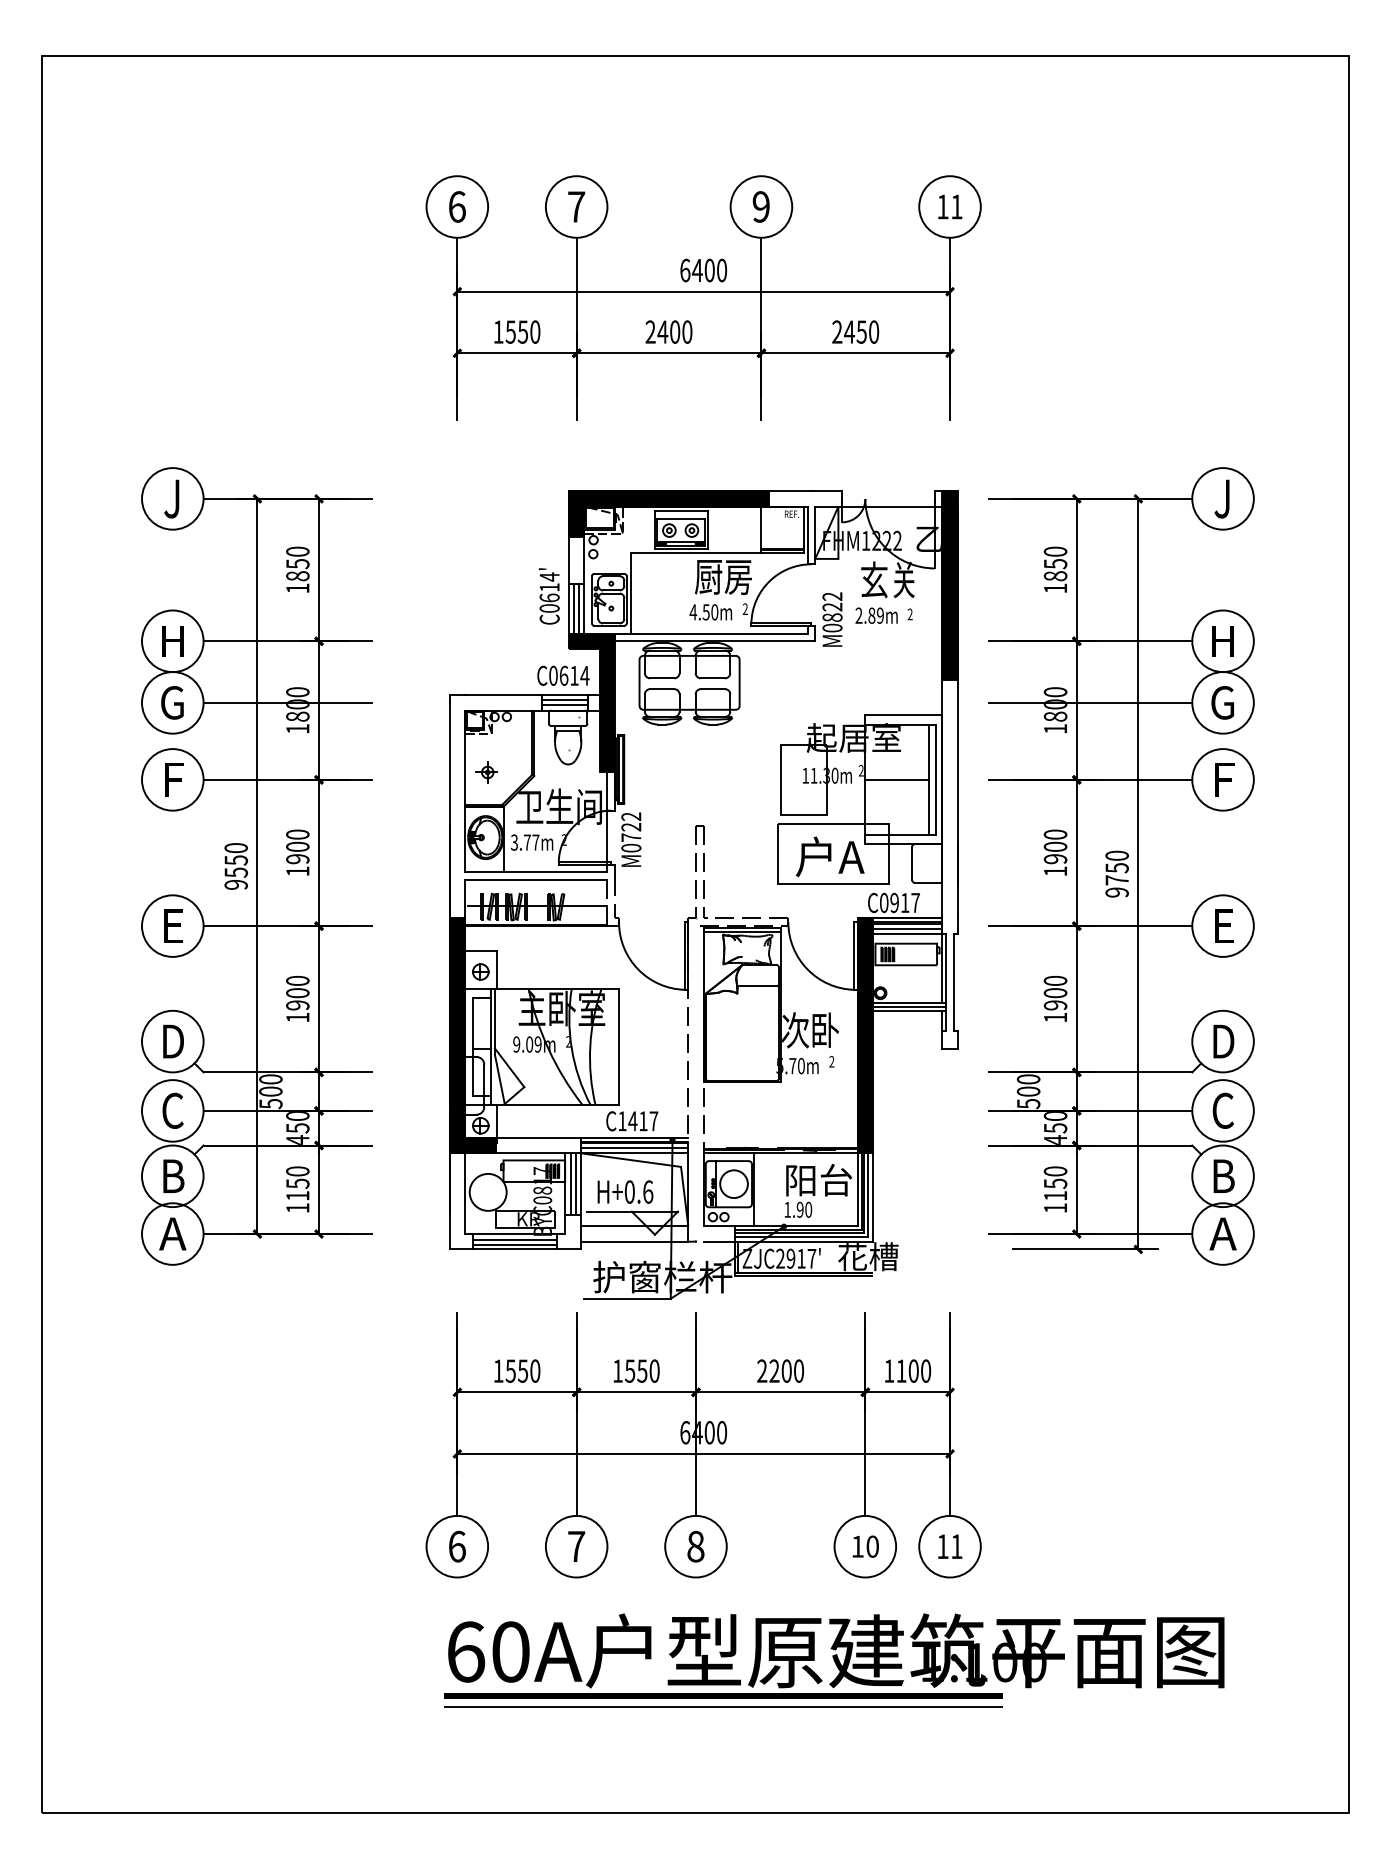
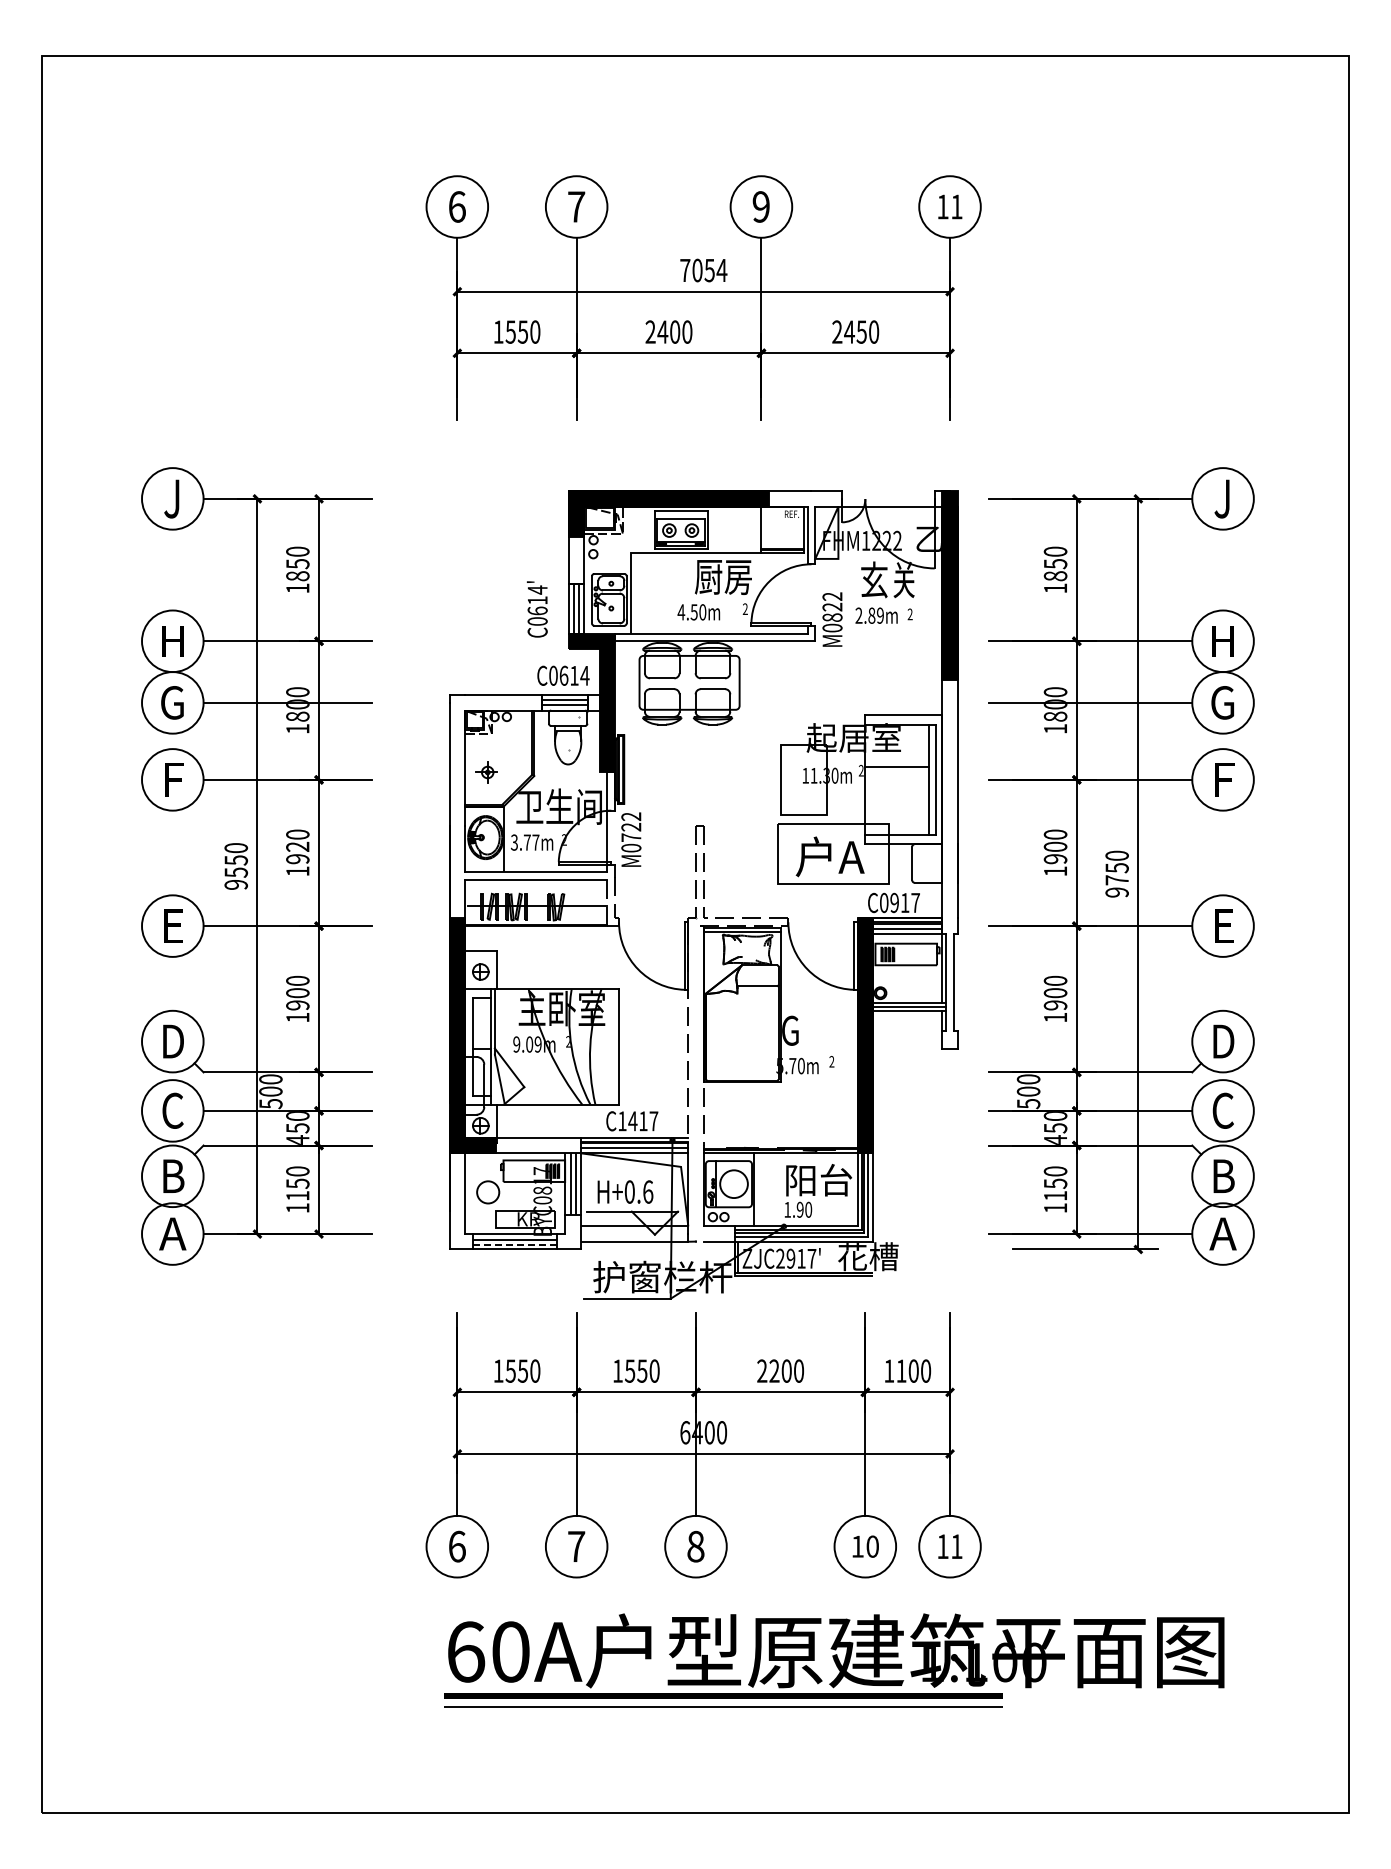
text at (703, 270): 6400 -> 7054
text at (548, 596) position: (548, 596) -> (536, 609)
text at (710, 612) position: (710, 612) -> (698, 612)
line at (896, 779) position: (896, 779) -> (896, 766)
text at (297, 846): 1900 -> 1920
text at (810, 1030): 次卧 -> G
circle at (487, 1191) diameter: 37 px -> 22 px
line at (515, 1244): solid -> dashed
